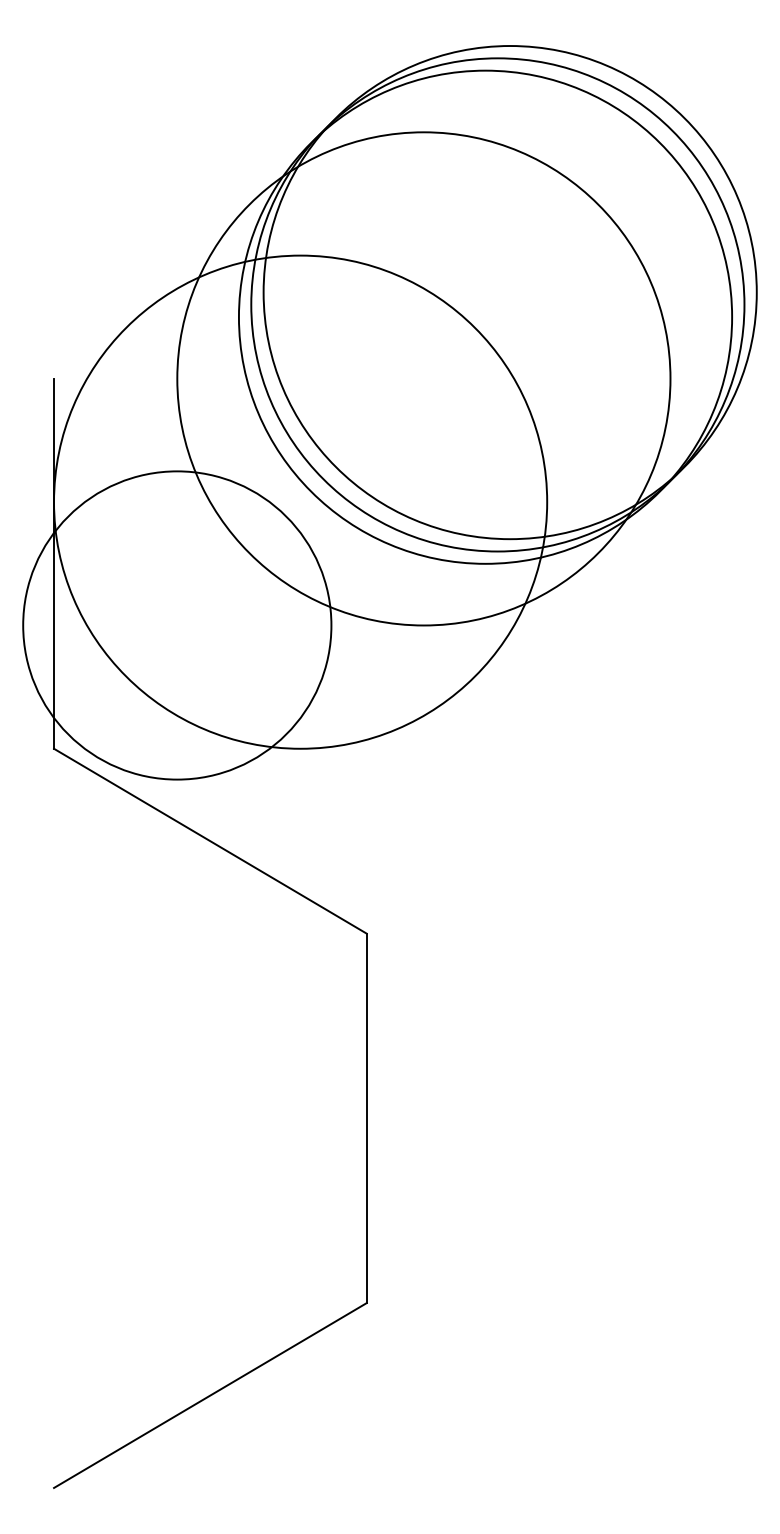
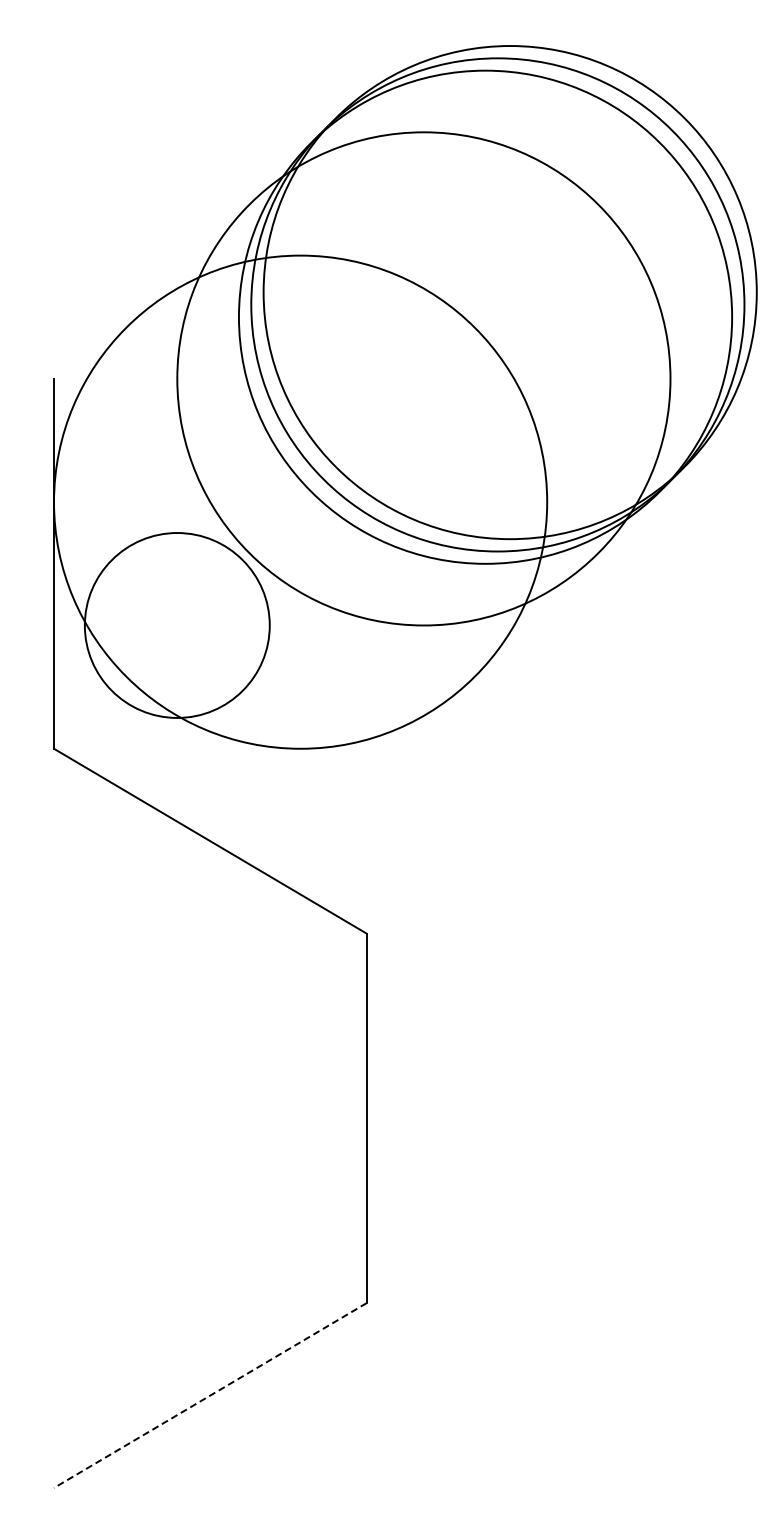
circle at (177, 625) diameter: 308 px -> 185 px
line at (210, 1395): solid -> dashed
